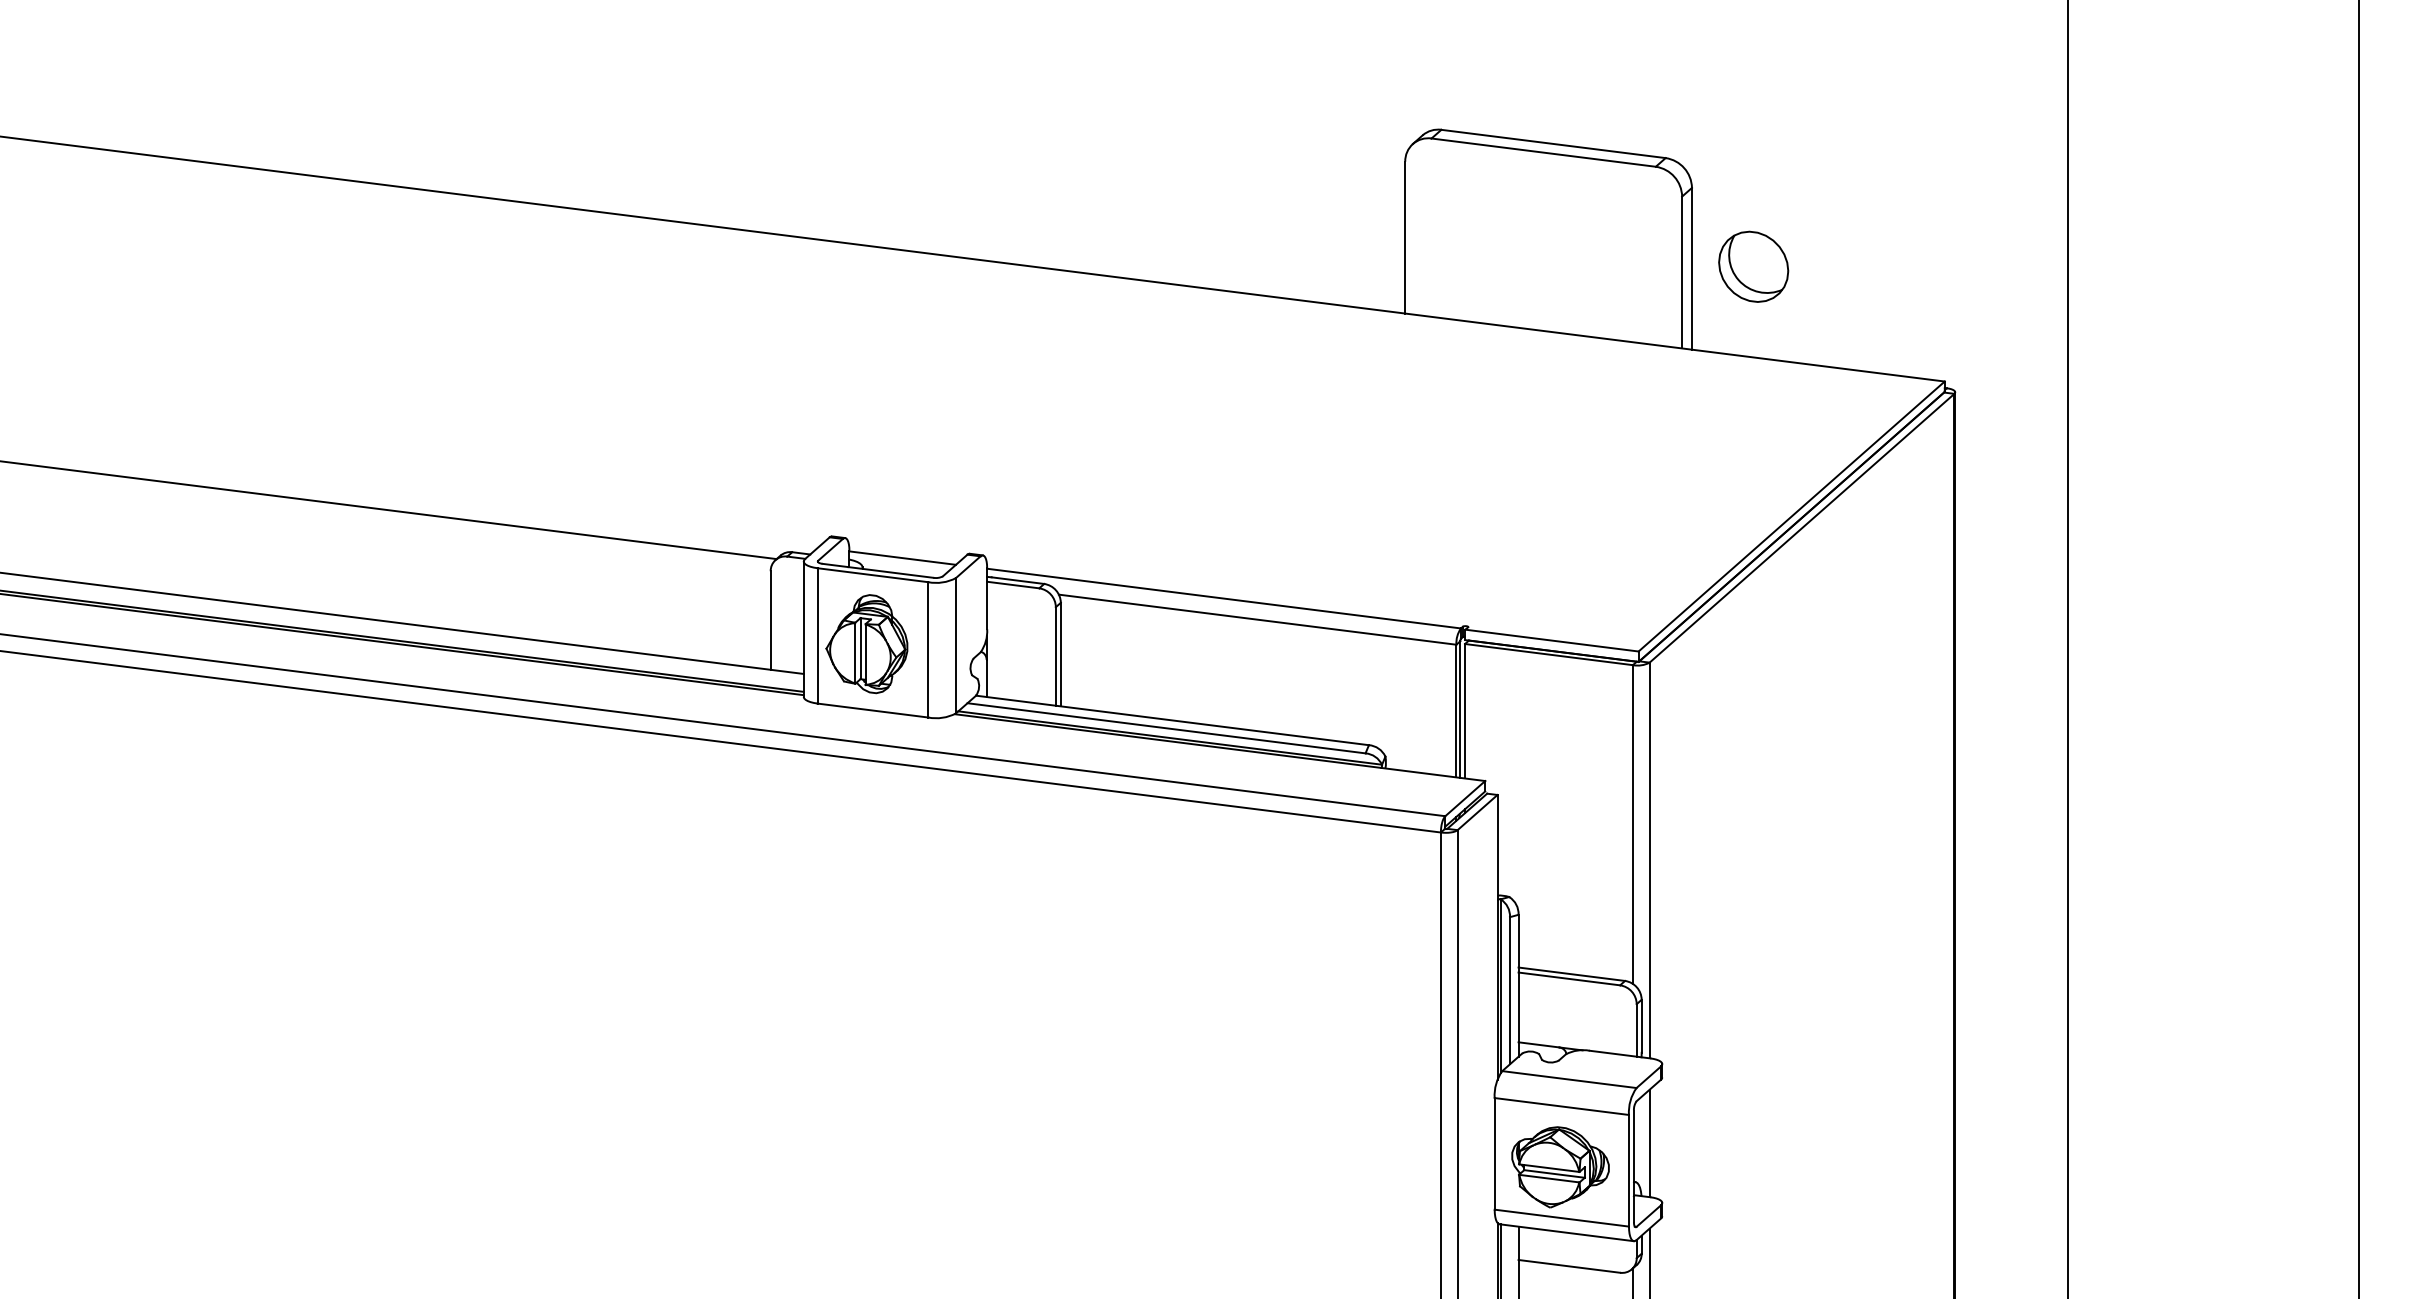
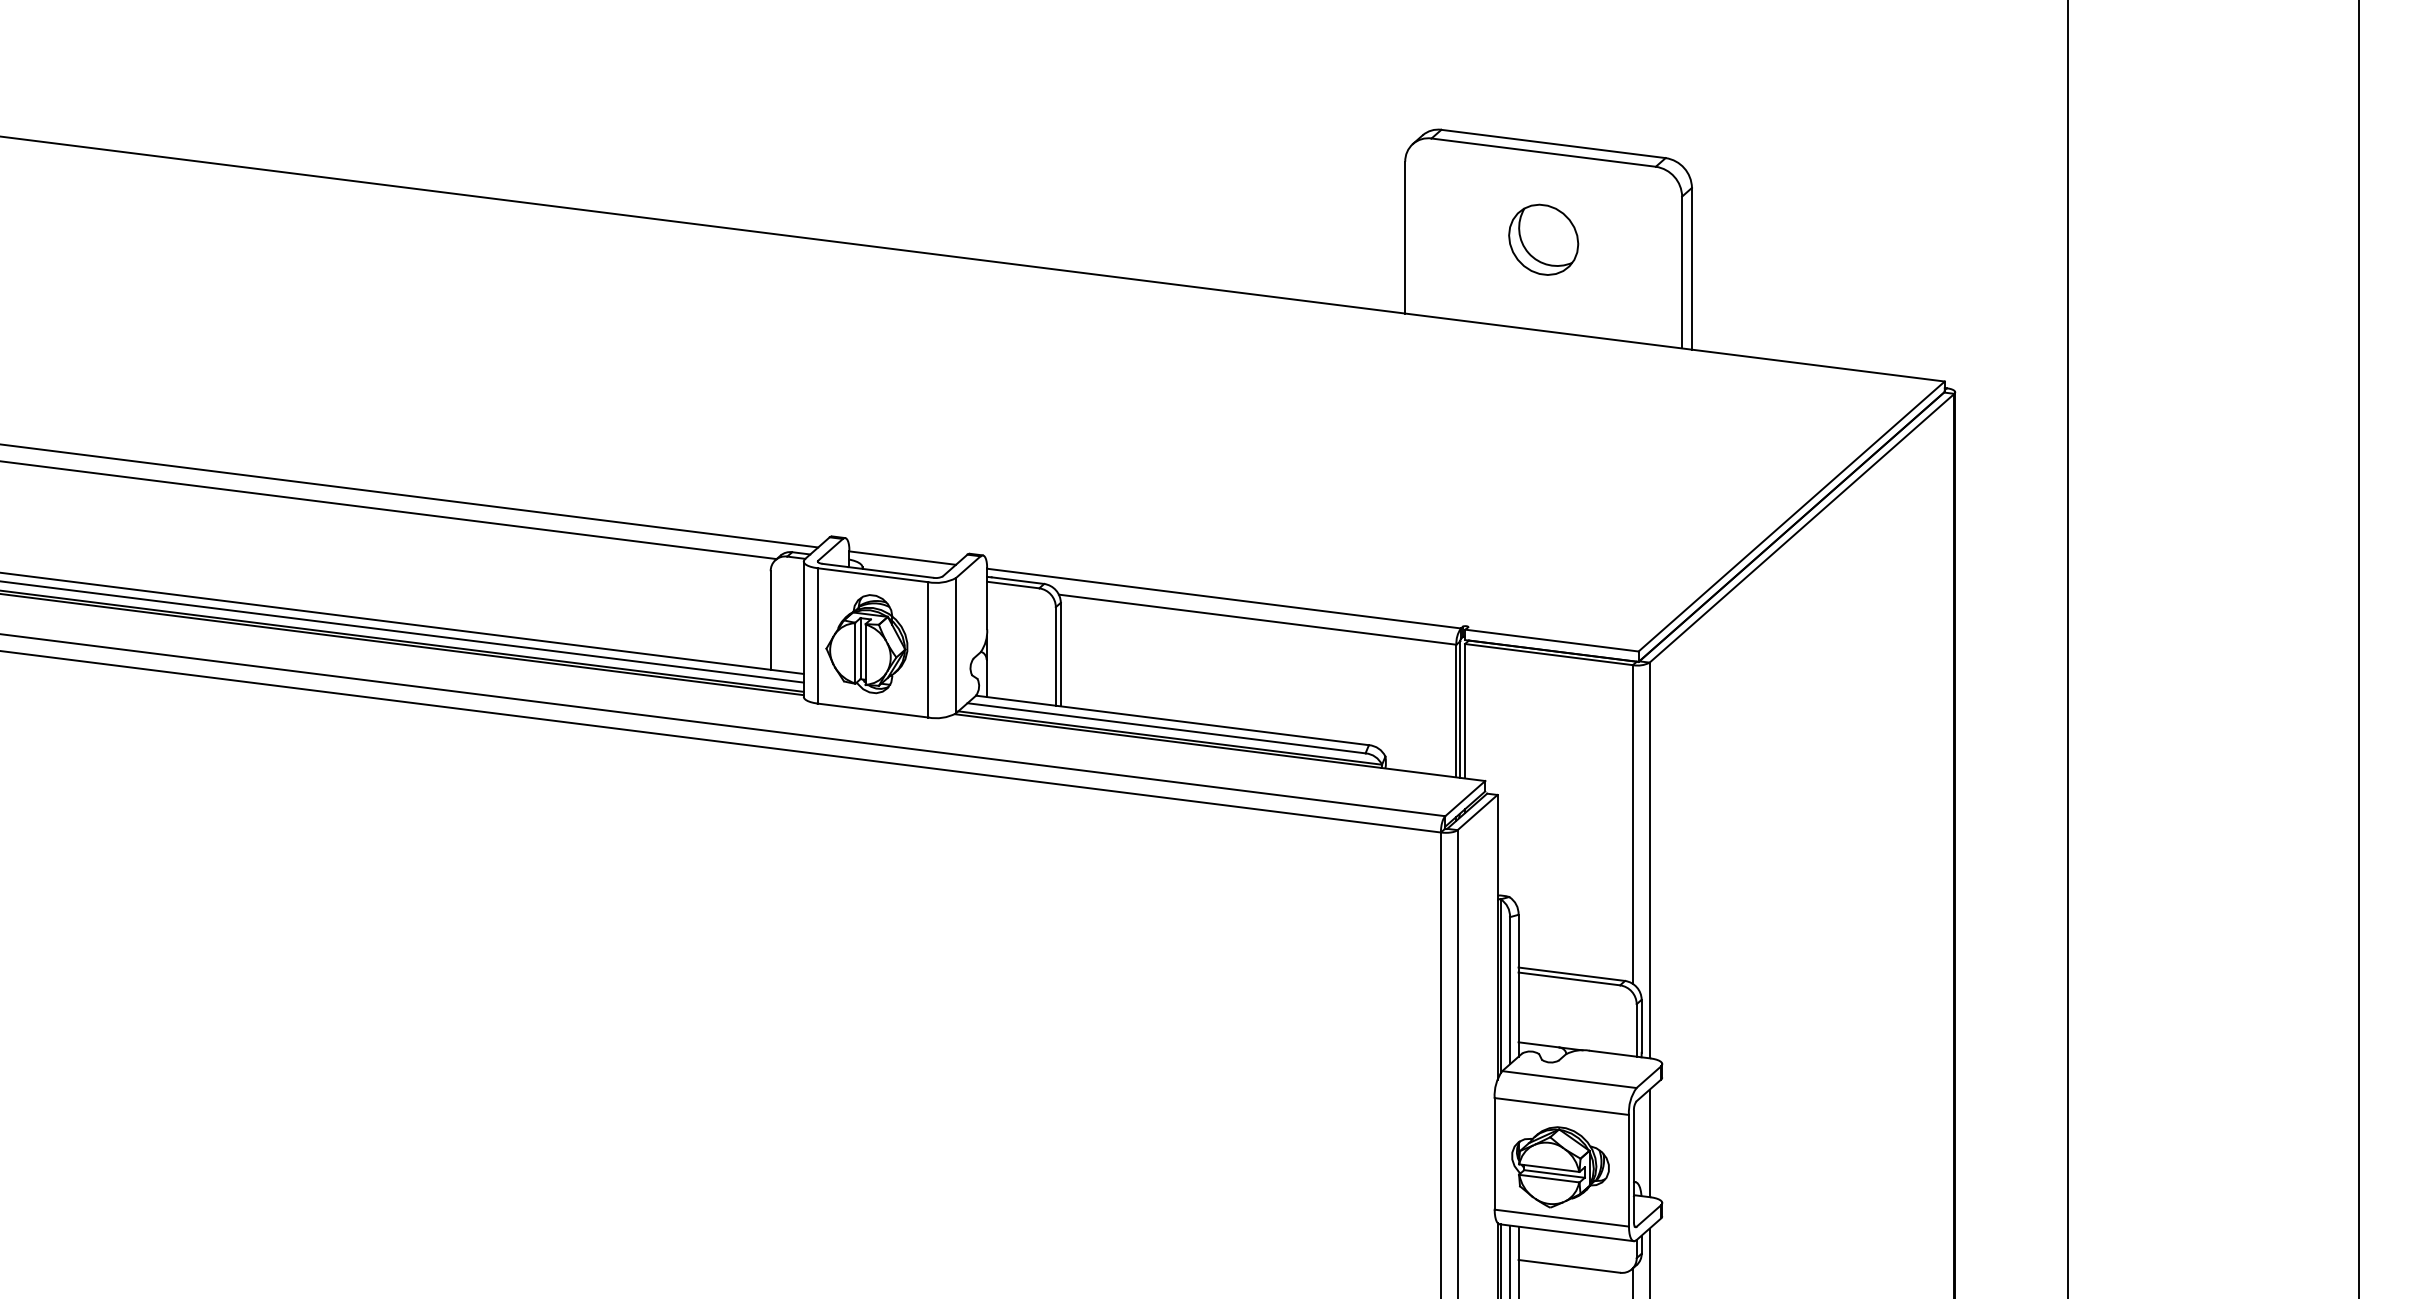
part at (1753, 266) position: (1753, 266) -> (1543, 239)
line at (410, 495): none -> present
line at (402, 631): none -> present
line at (1510, 1260): none -> present
